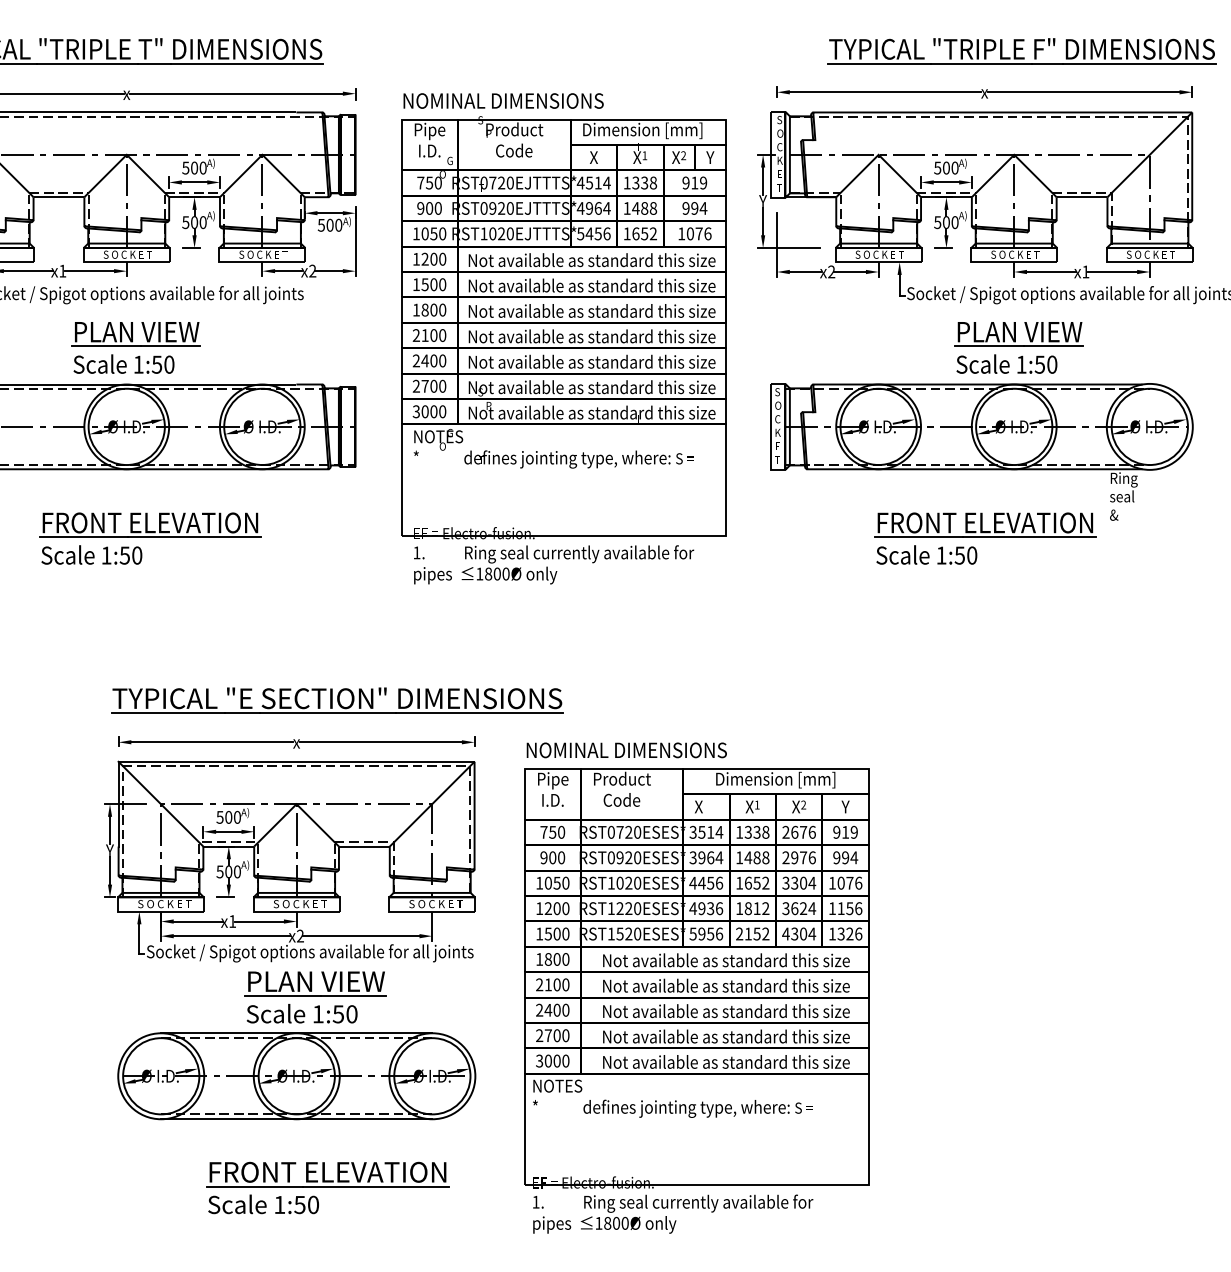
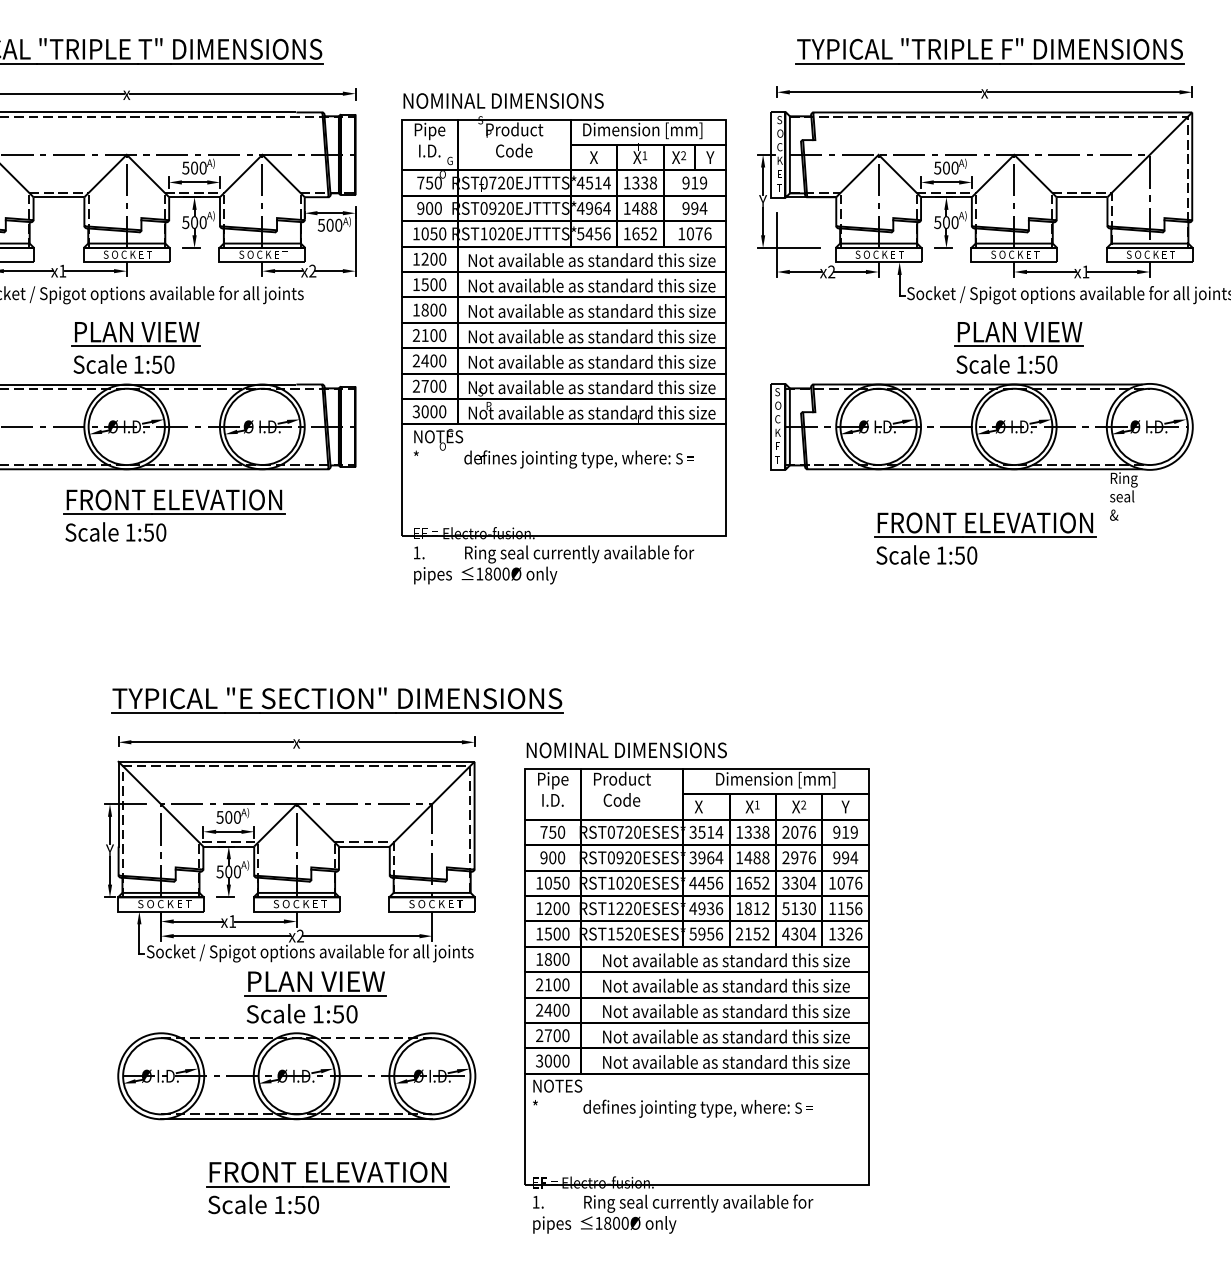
part at (1021, 51) position: (1021, 51) -> (989, 51)
part at (150, 538) position: (150, 538) -> (174, 515)
text at (794, 832): 2676 -> 2076
text at (799, 908): 3624 -> 5130
line at (296, 1033): present -> none
